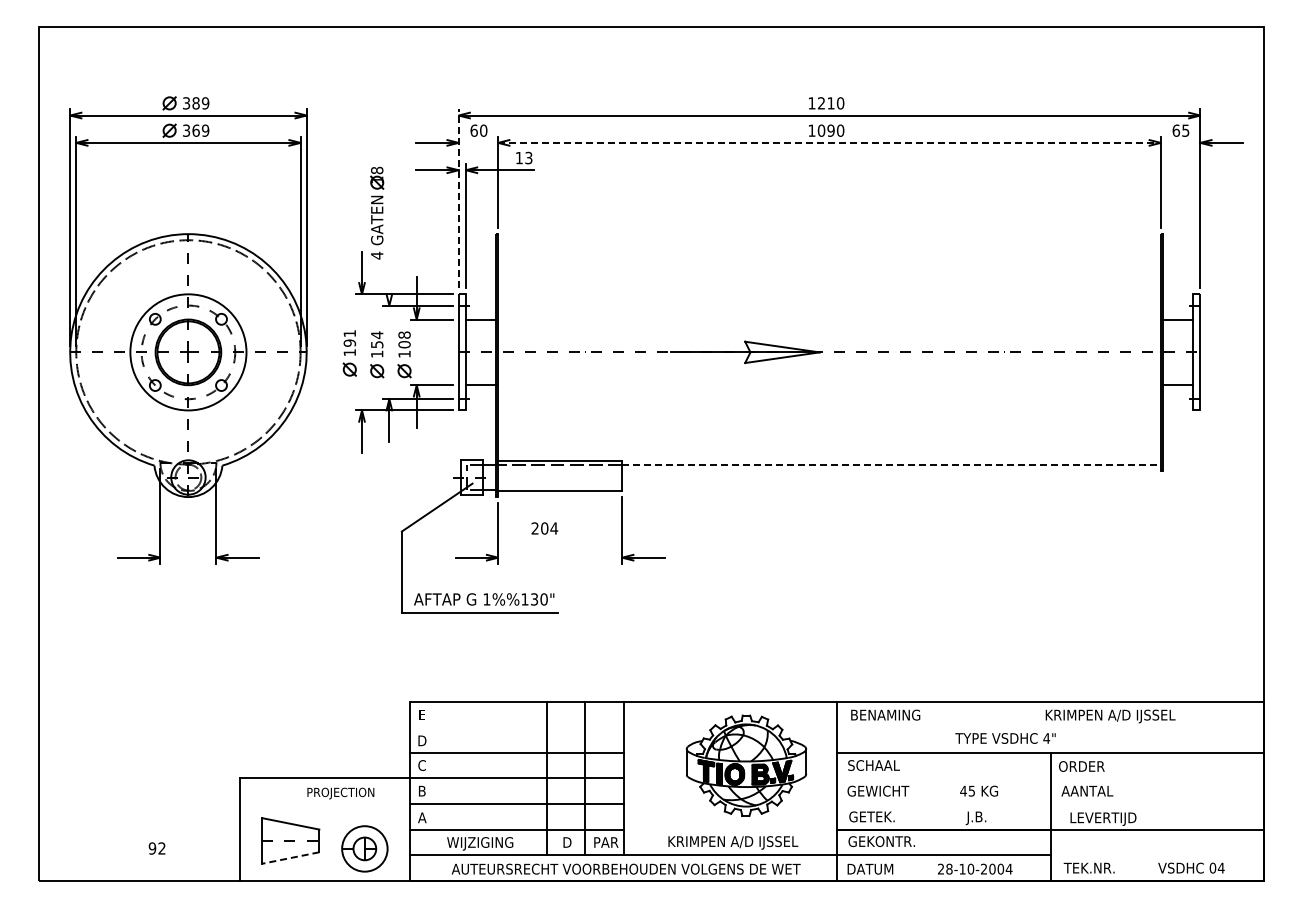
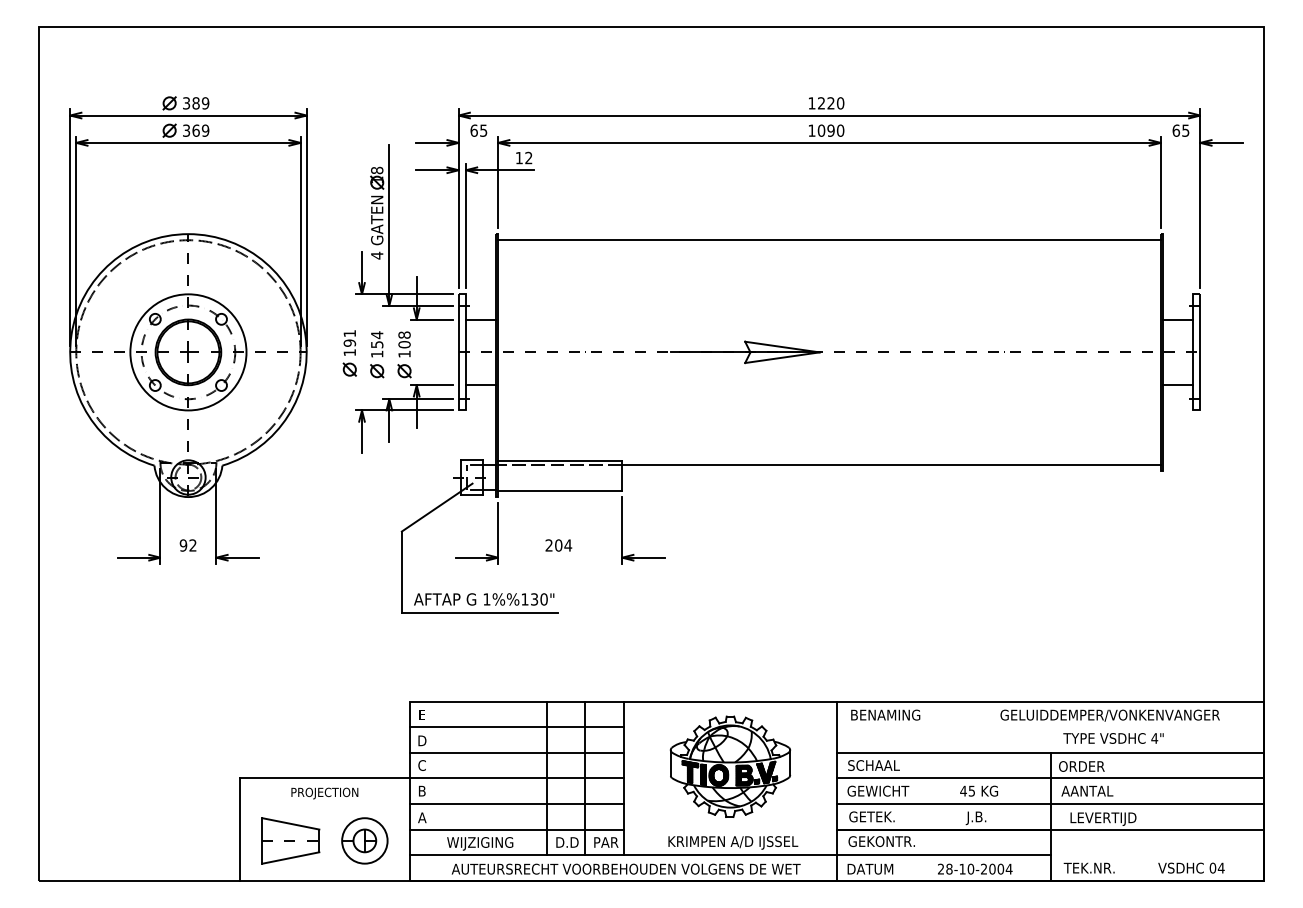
text at (830, 103): 1210 -> 1220
text at (483, 130): 60 -> 65
line at (830, 142): dashed -> solid
text at (528, 158): 13 -> 12
line at (458, 198): dashed -> solid
line at (389, 224): none -> present
line at (829, 240): none -> present
line at (892, 464): dashed -> solid
text at (544, 528) position: (544, 528) -> (558, 545)
text at (1109, 716): KRIMPEN A/D IJSSEL -> GELUIDDEMPER/VONKENVANGER
line at (516, 727): none -> present
text at (1005, 738) position: (1005, 738) -> (1113, 738)
part at (746, 765) position: (746, 765) -> (730, 766)
line at (1050, 778): none -> present
text at (340, 793) position: (340, 793) -> (324, 793)
line at (1050, 803): none -> present
text at (567, 842): D -> D.D
text at (156, 848) position: (156, 848) -> (187, 545)
part at (364, 848) position: (364, 848) -> (364, 840)
line at (290, 858): dashed -> solid
